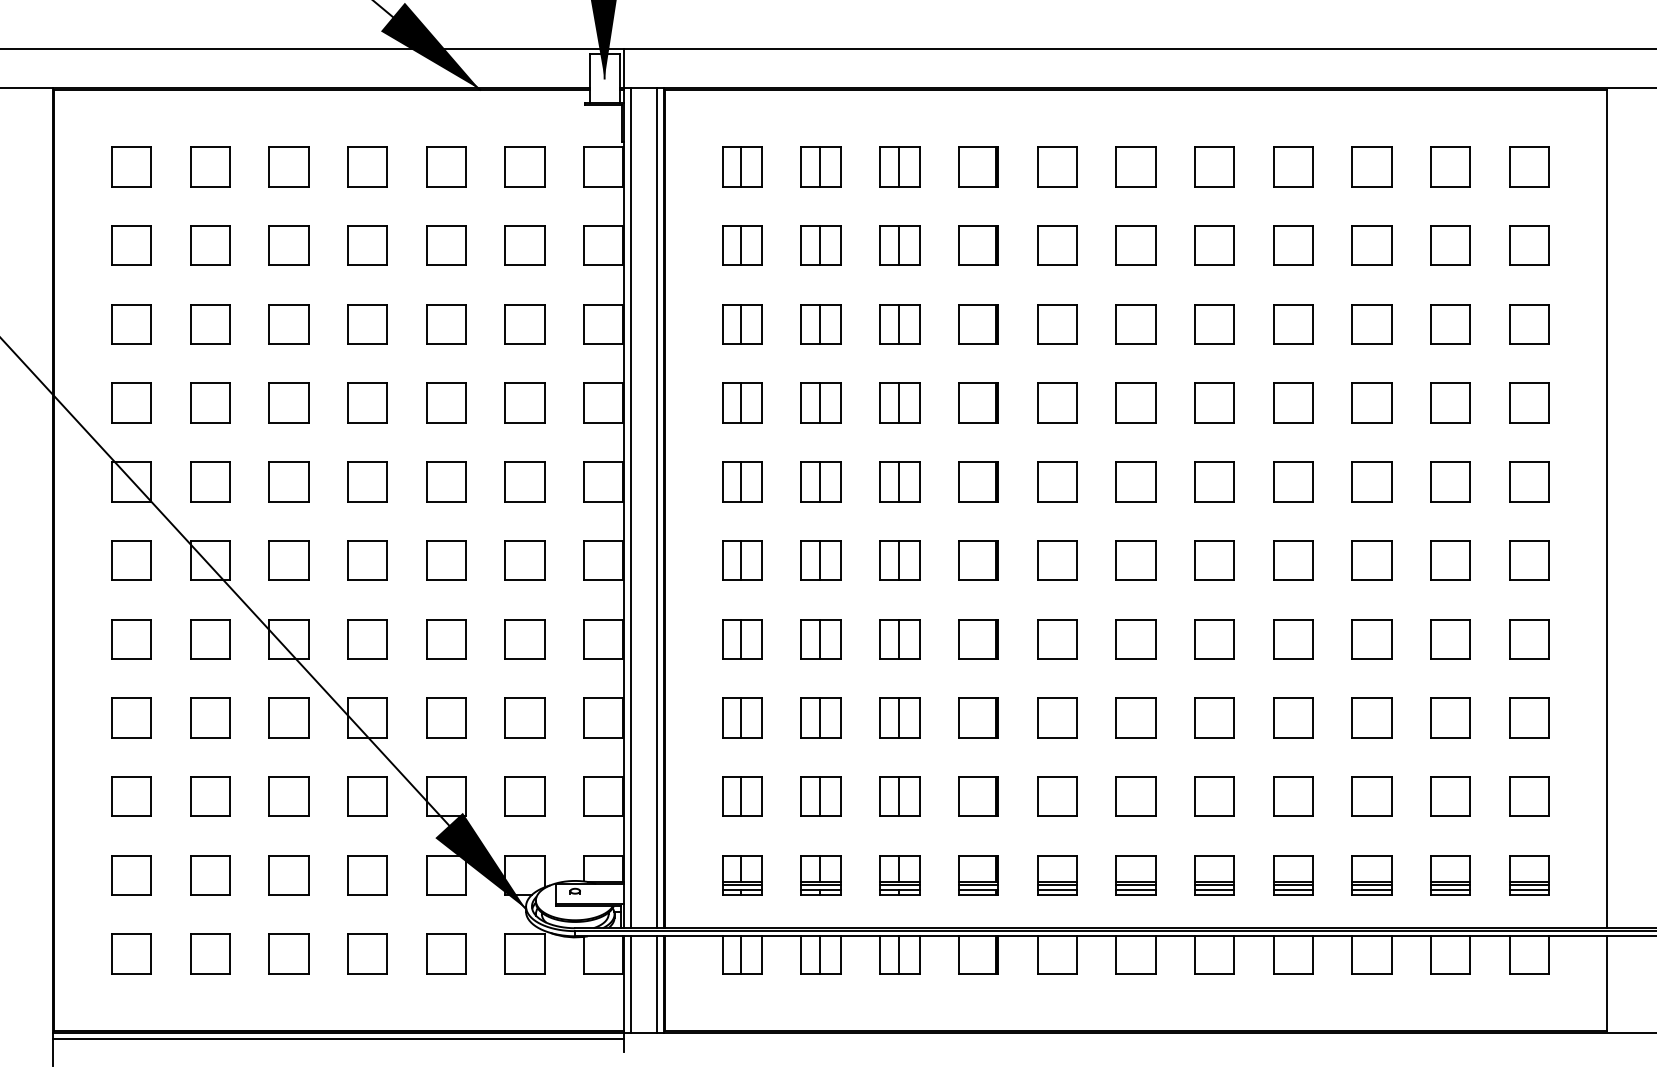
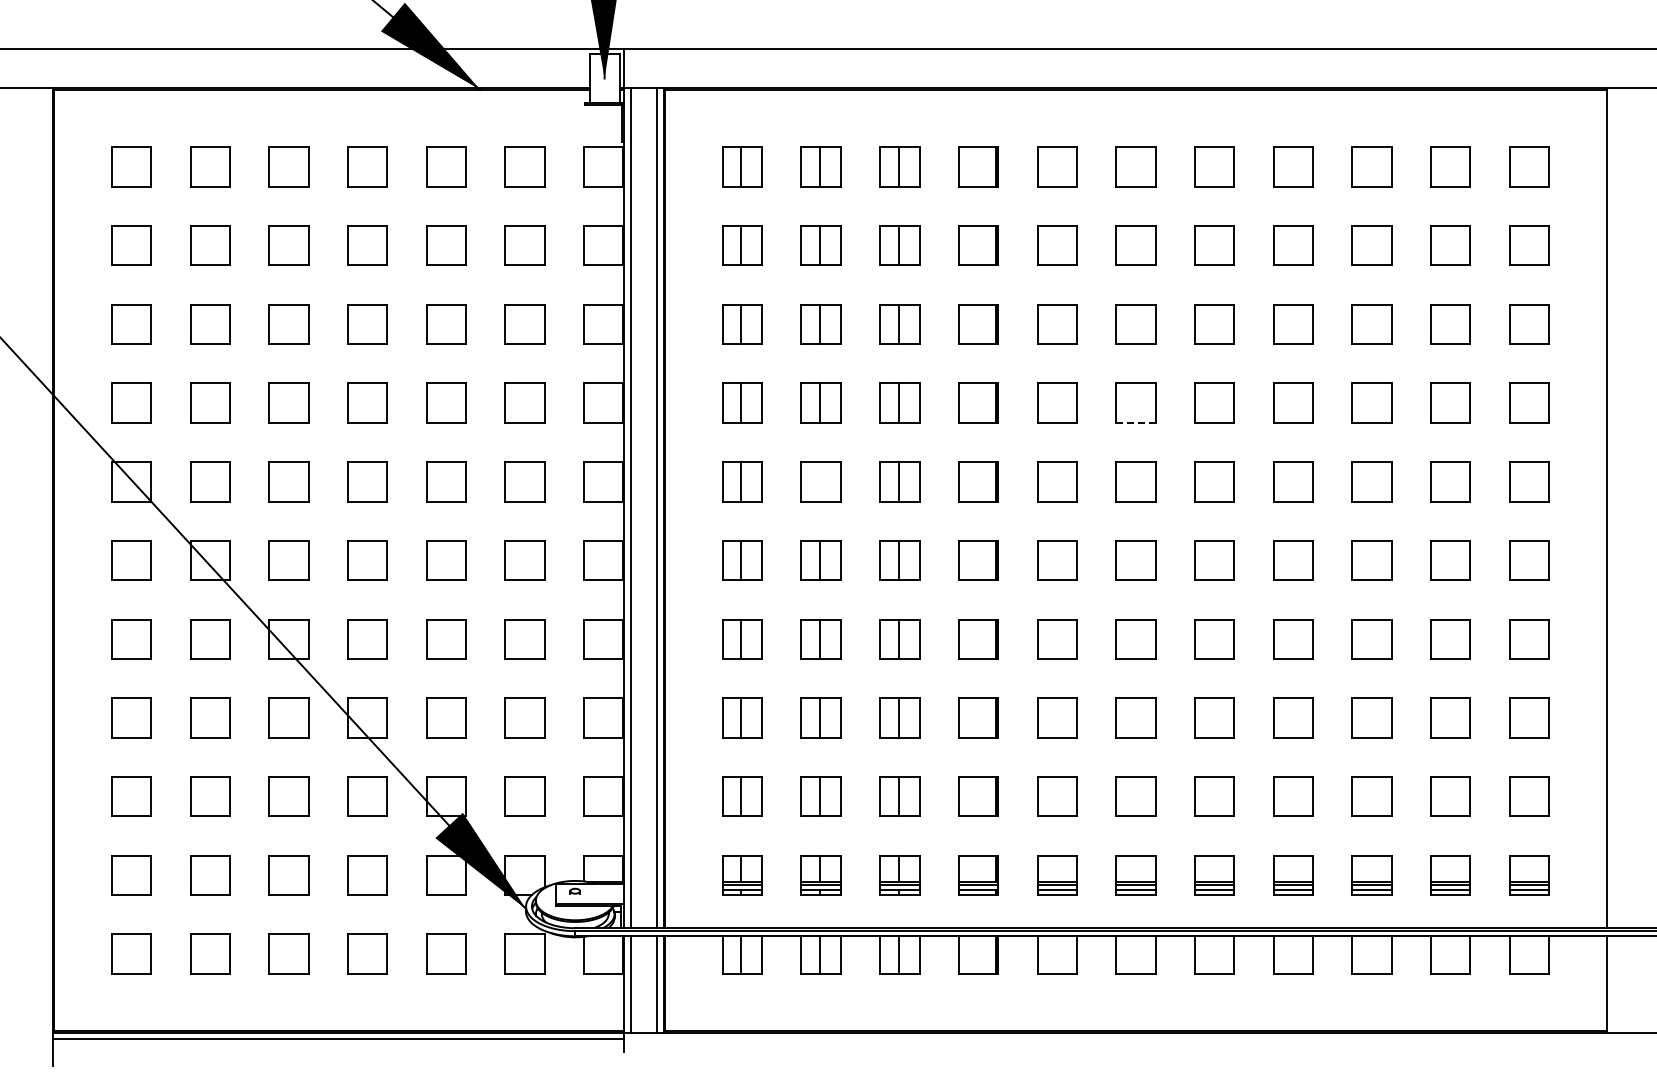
line at (1135, 422): solid -> dashed
line at (820, 481): present -> none
